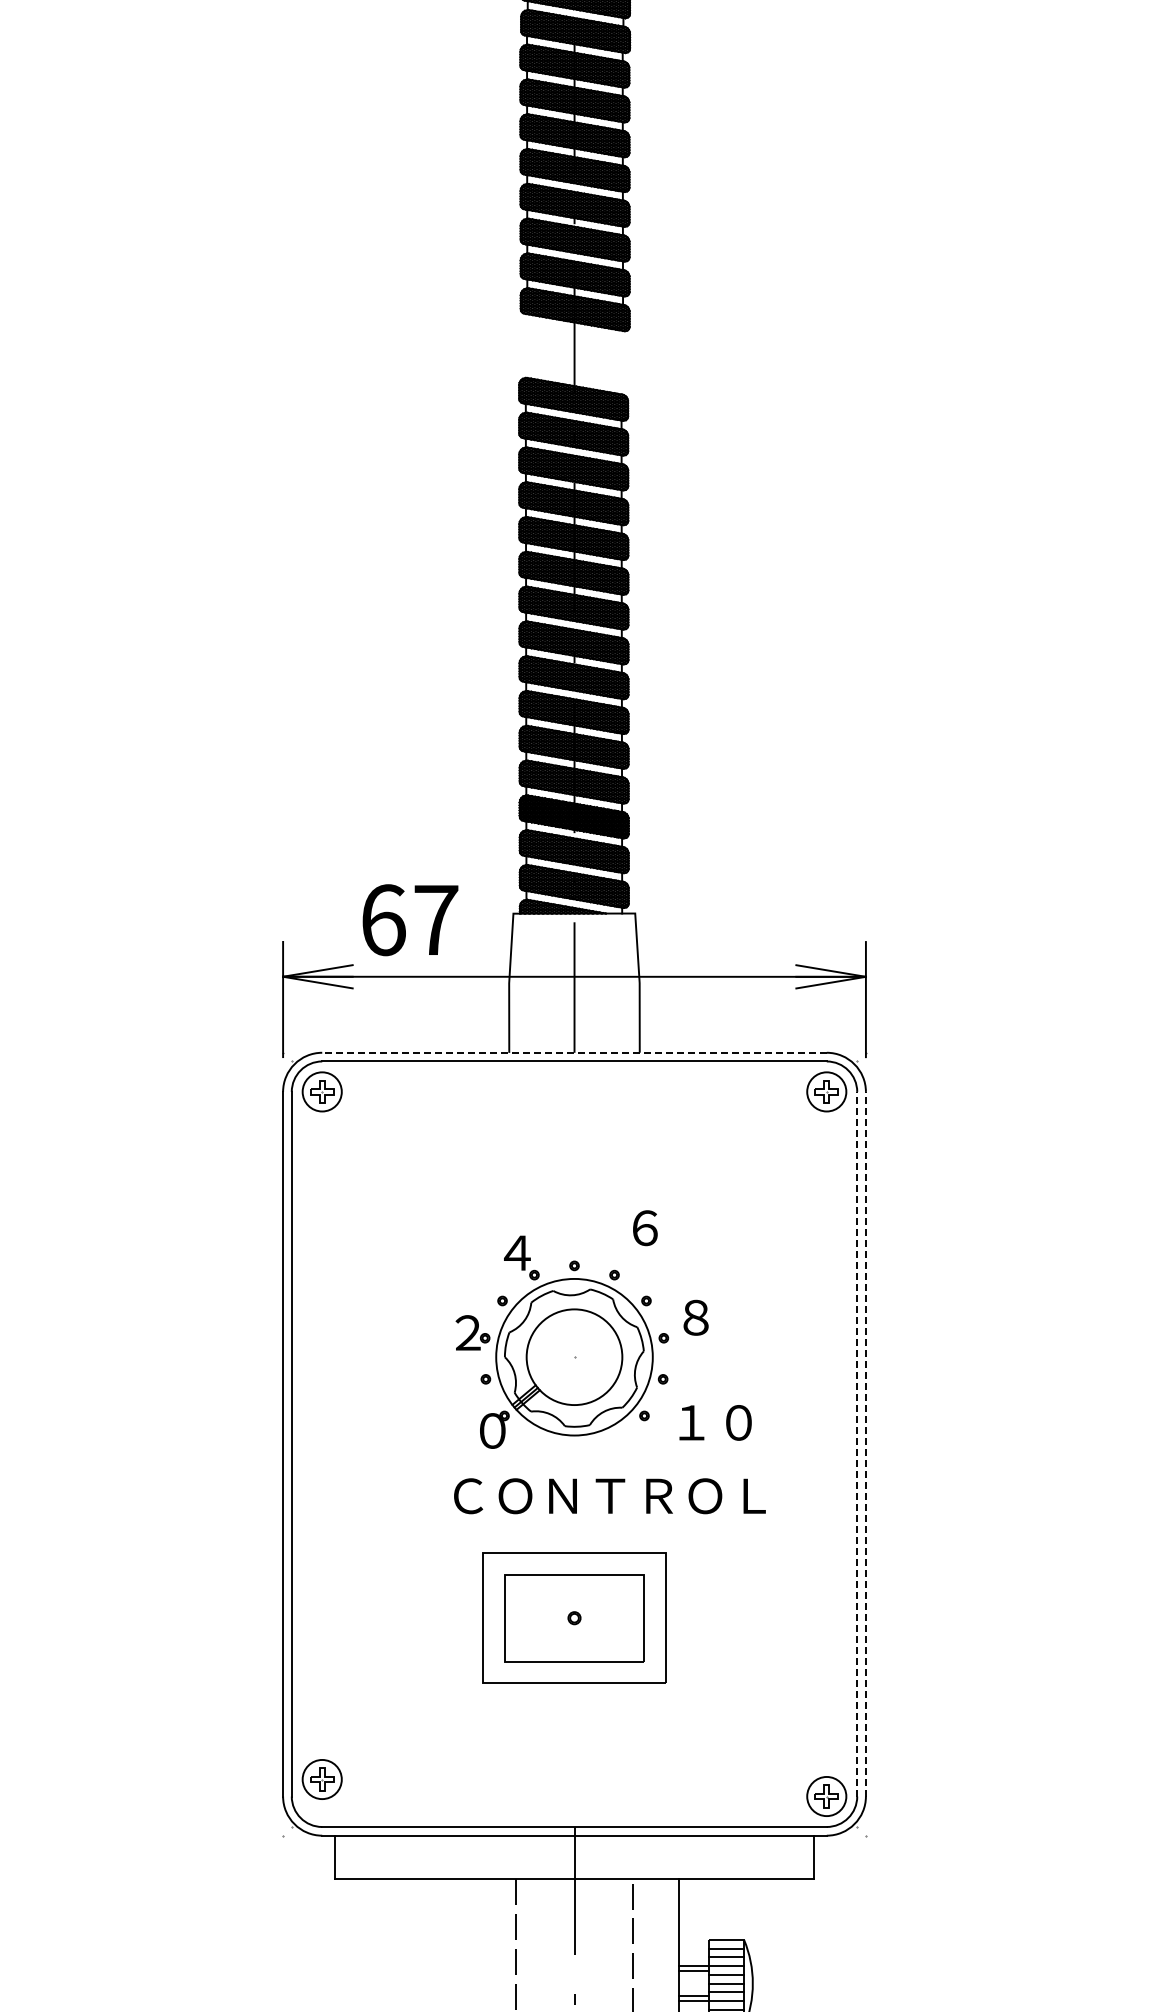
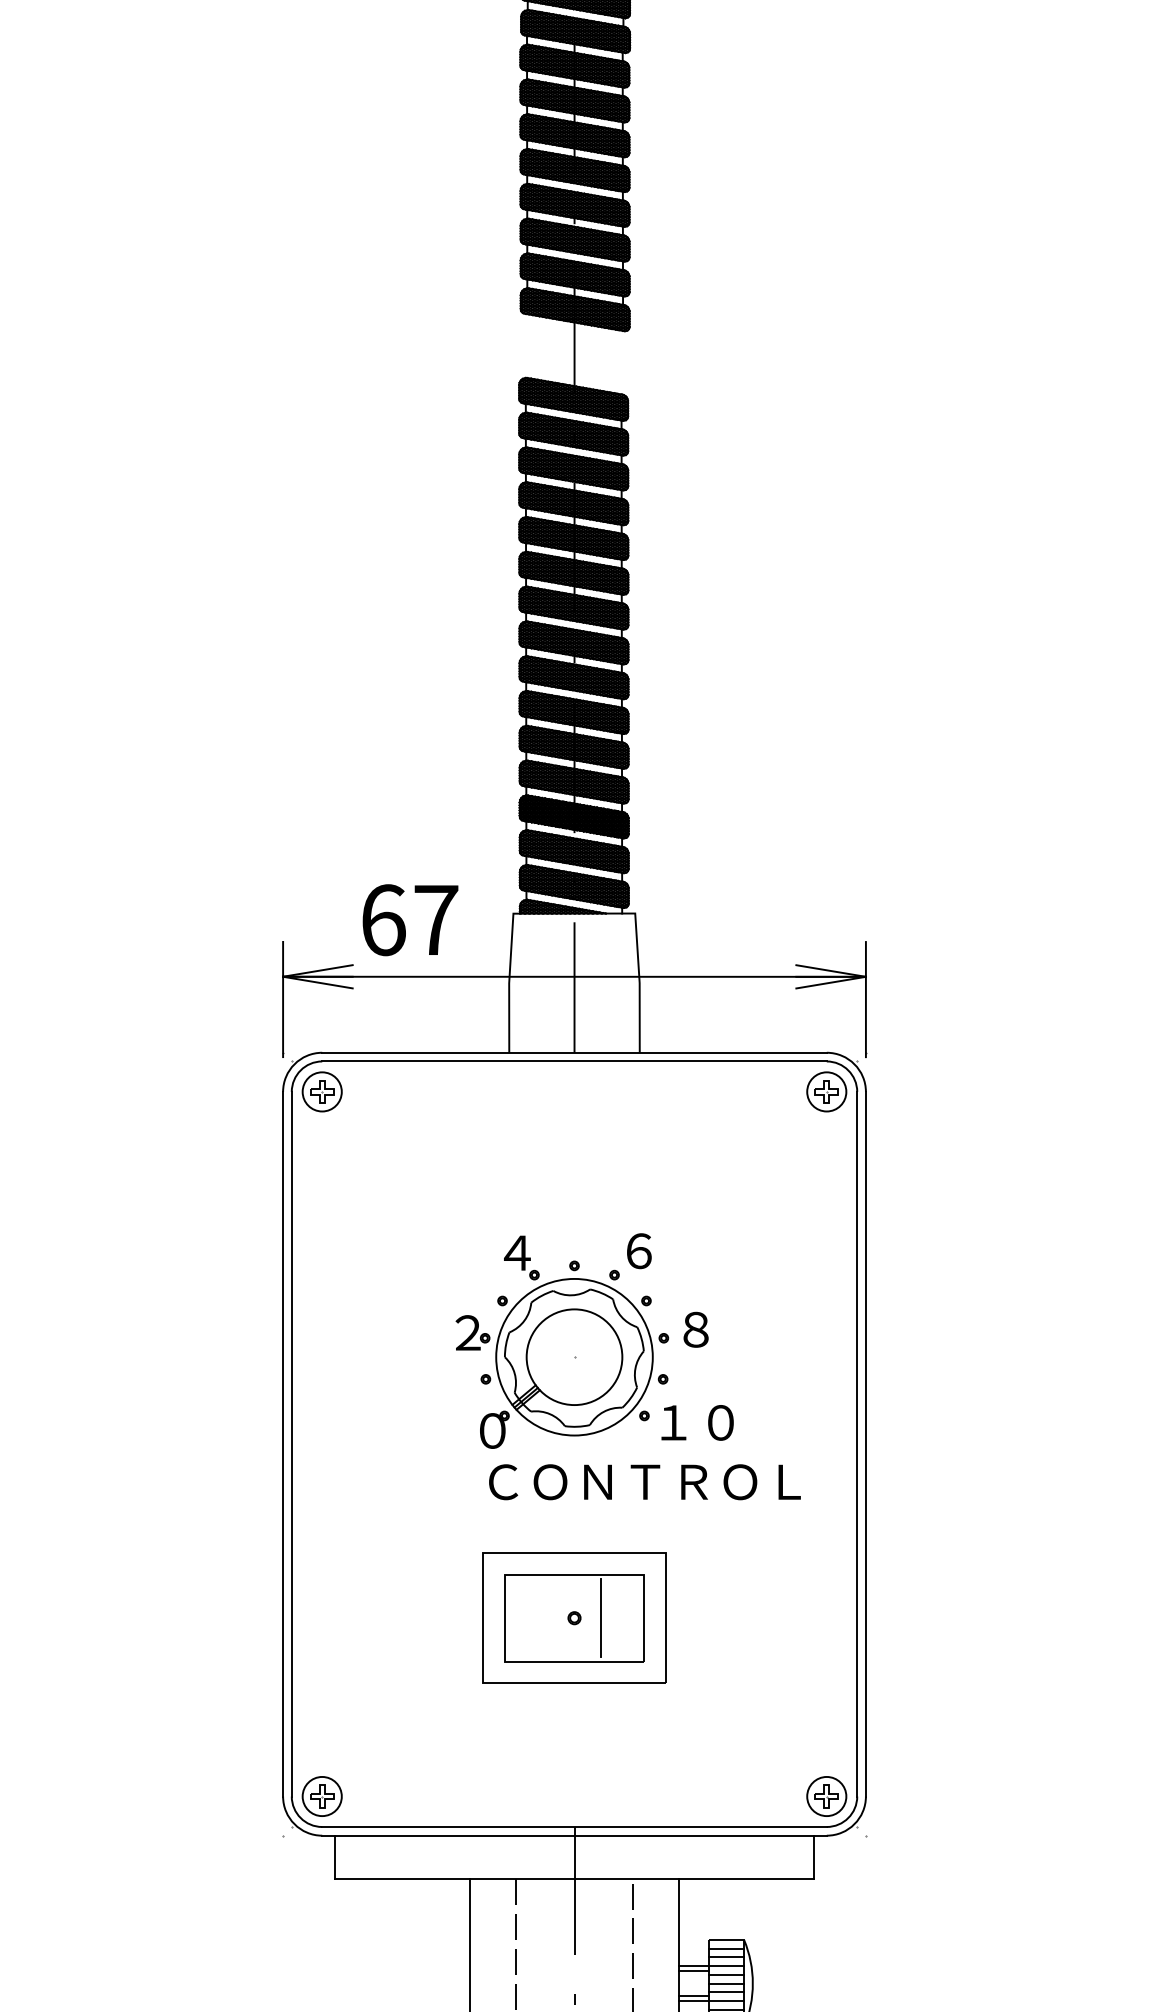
line at (574, 1052): dashed -> solid
text at (645, 1228) position: (645, 1228) -> (639, 1251)
text at (695, 1317) position: (695, 1317) -> (695, 1329)
text at (715, 1422) position: (715, 1422) -> (697, 1422)
line at (857, 1443): dashed -> solid
line at (865, 1443): dashed -> solid
text at (609, 1496) position: (609, 1496) -> (644, 1482)
line at (600, 1618): none -> present
part at (321, 1779) position: (321, 1779) -> (321, 1796)
line at (470, 1943): none -> present
